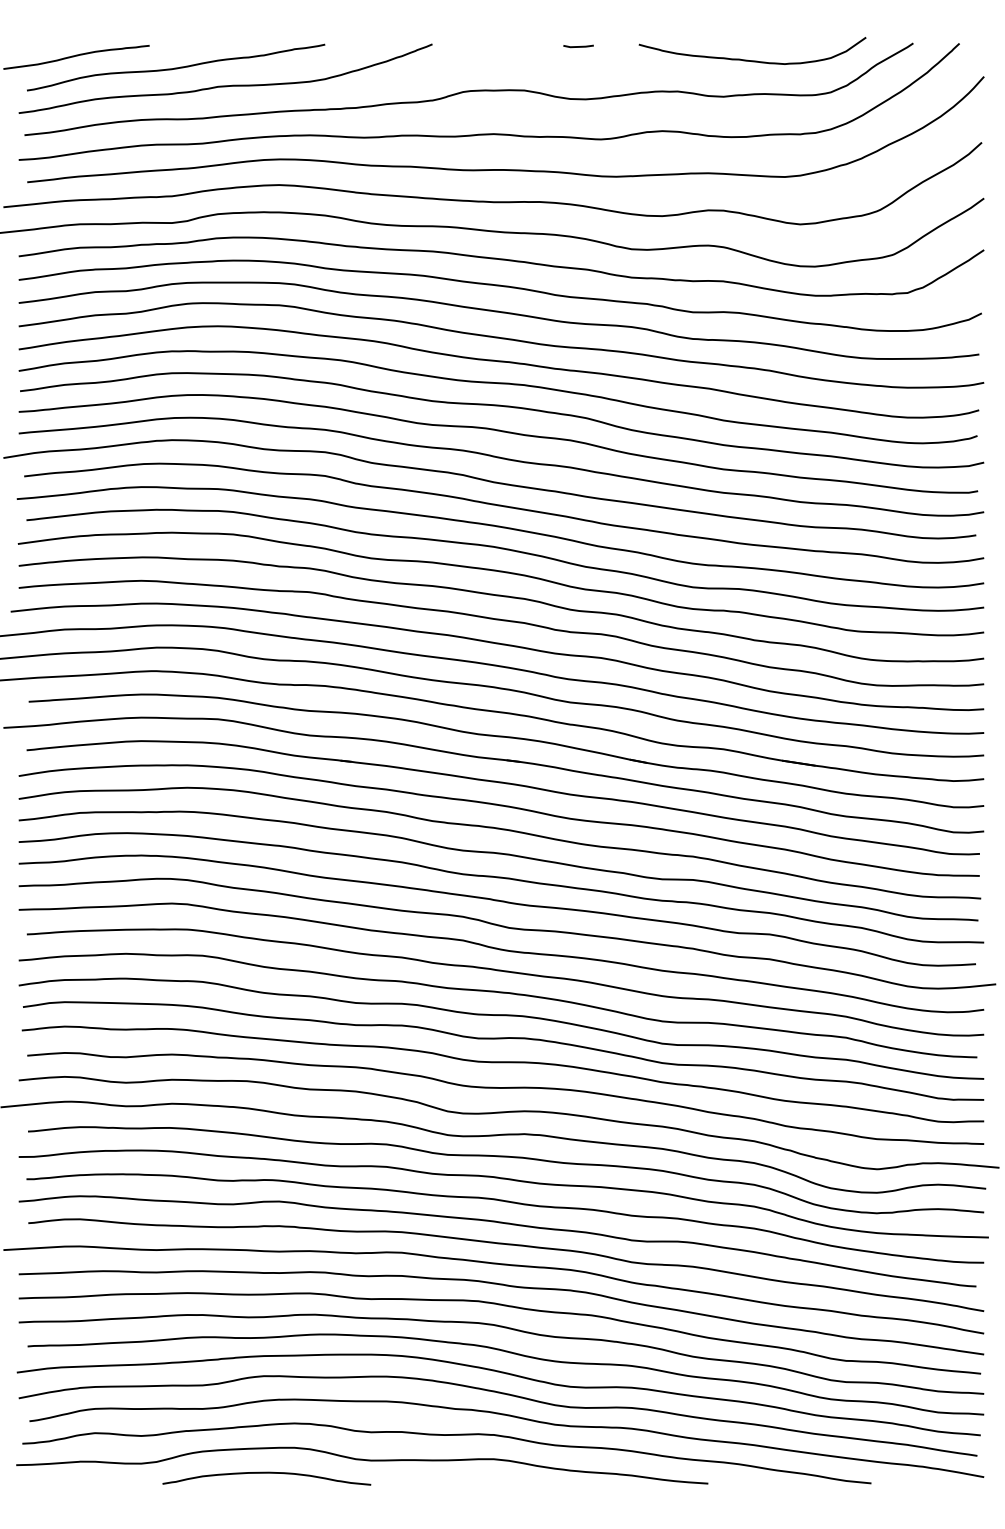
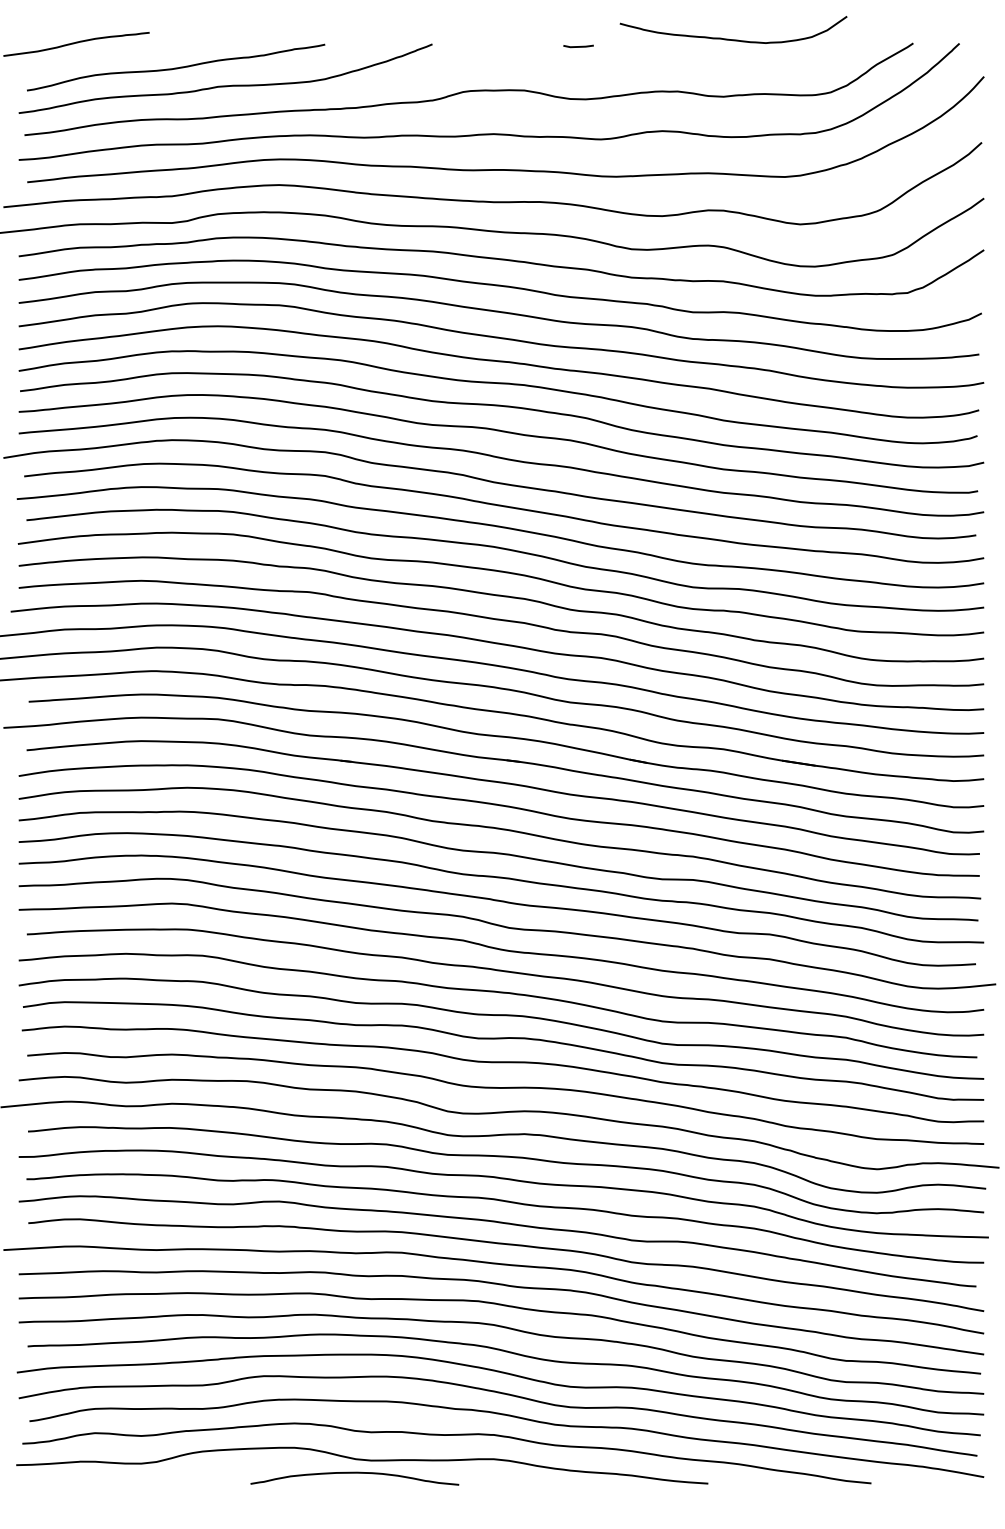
curve at (76, 56) position: (76, 56) -> (76, 43)
curve at (752, 60) position: (752, 60) -> (733, 39)
curve at (266, 1473) position: (266, 1473) -> (354, 1473)
